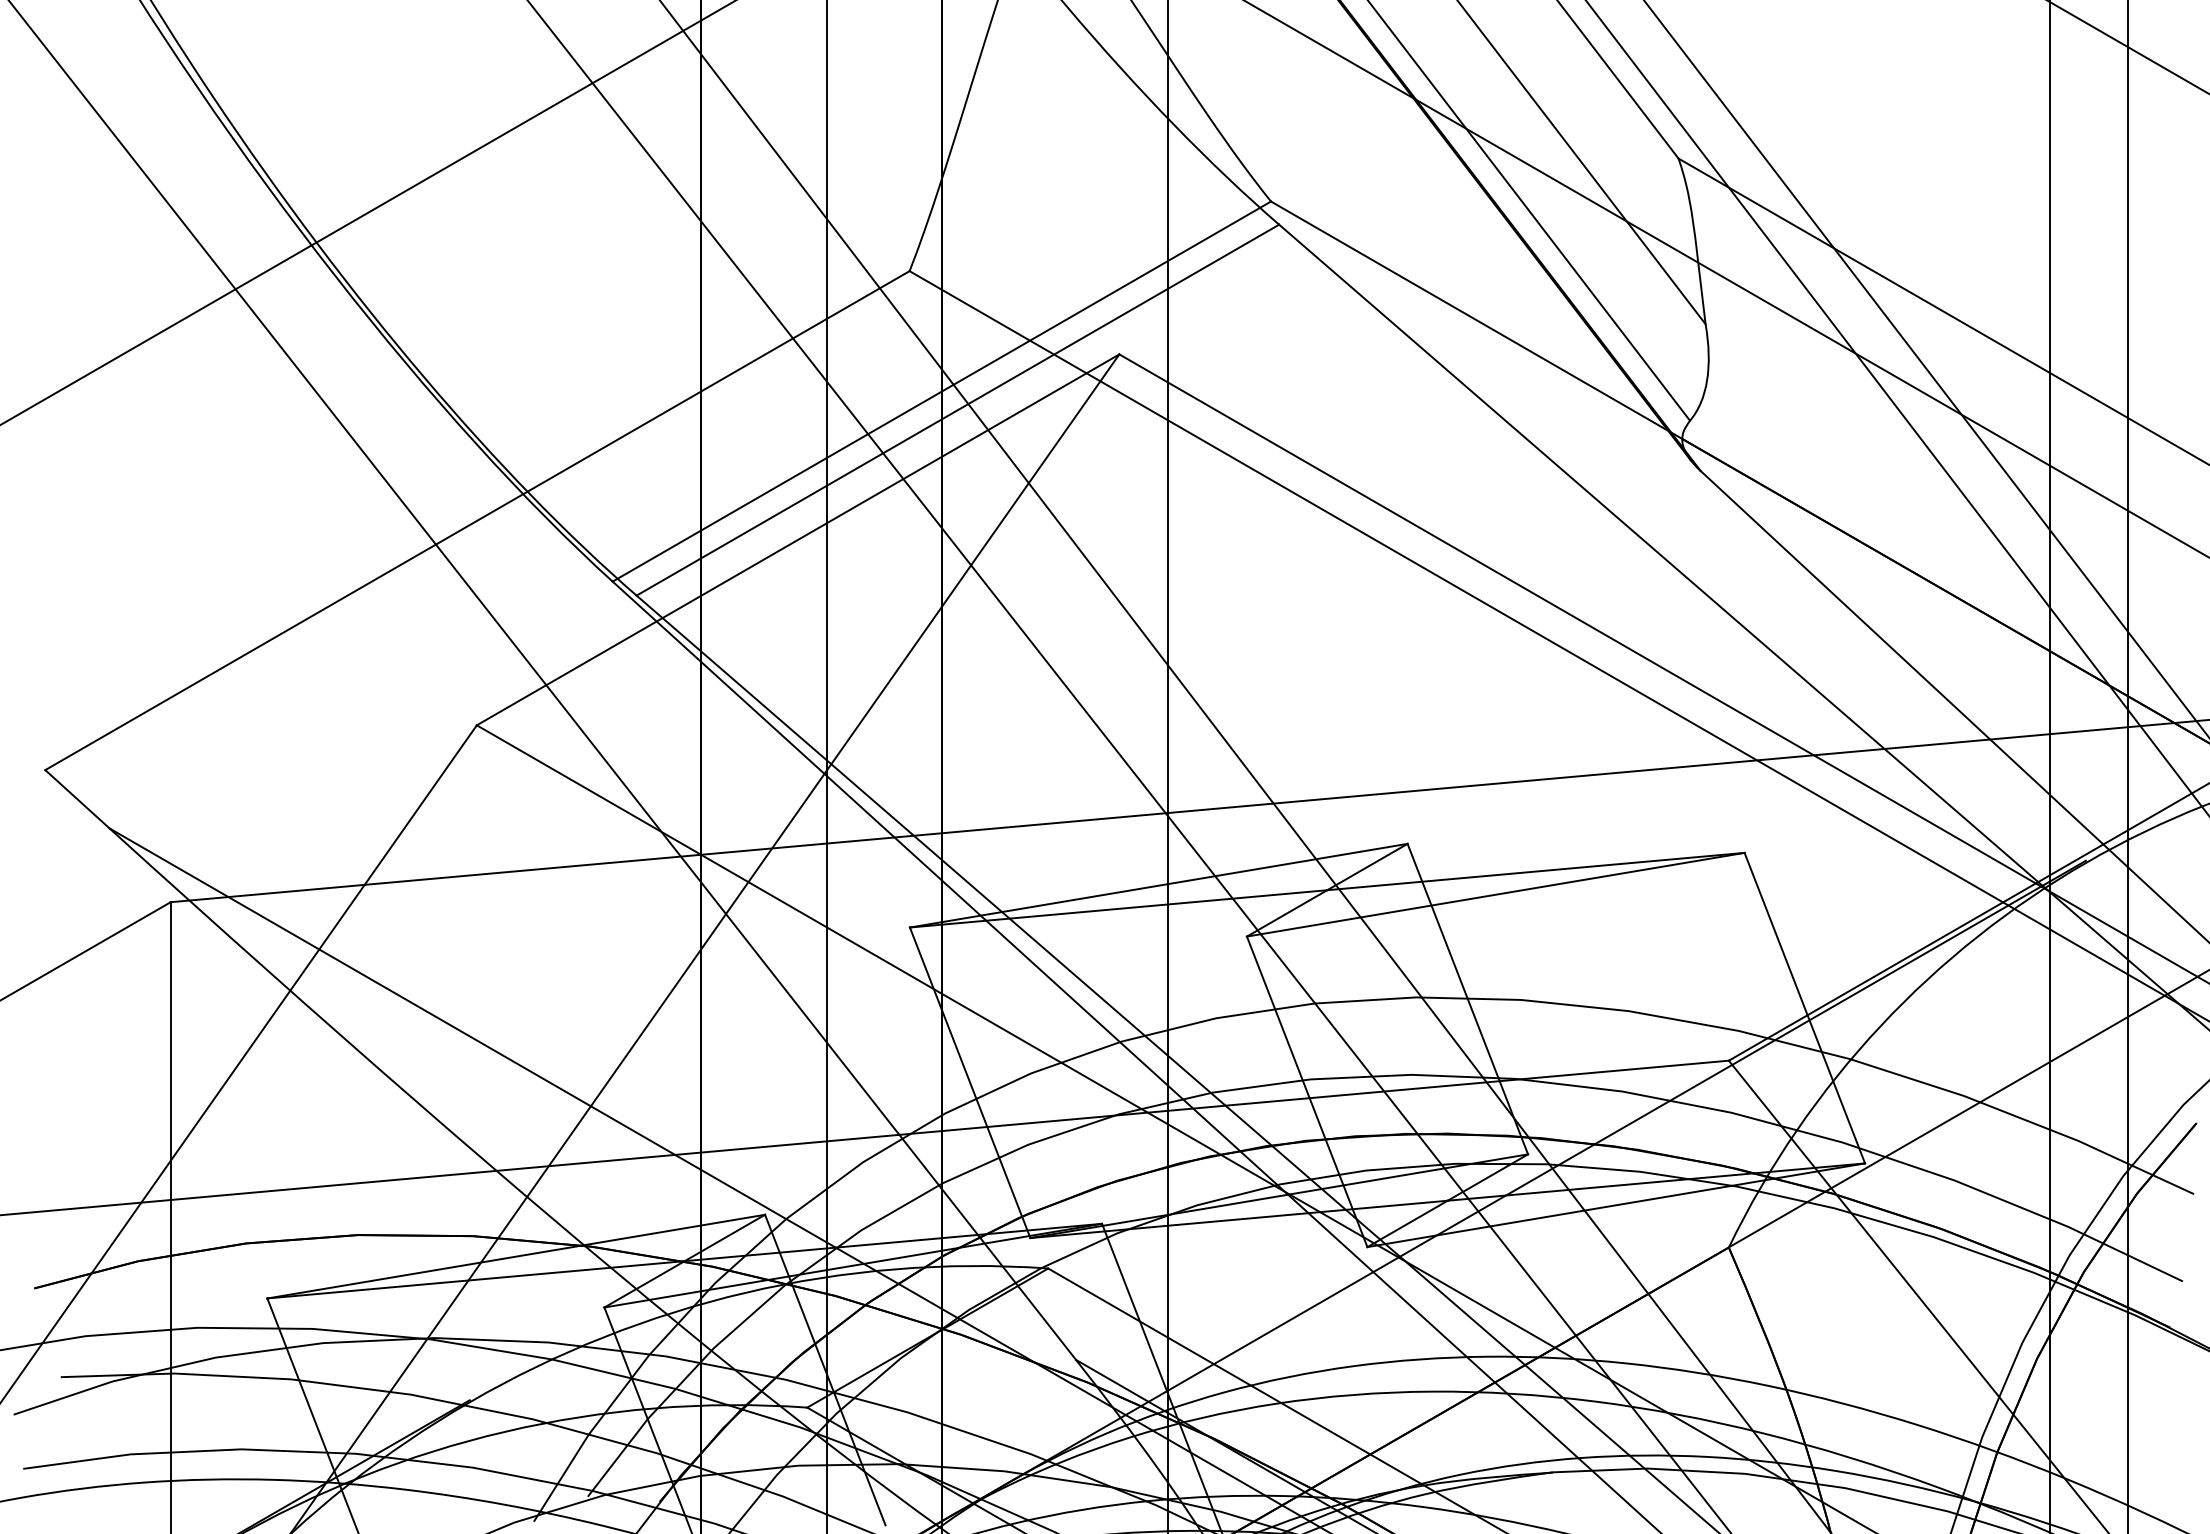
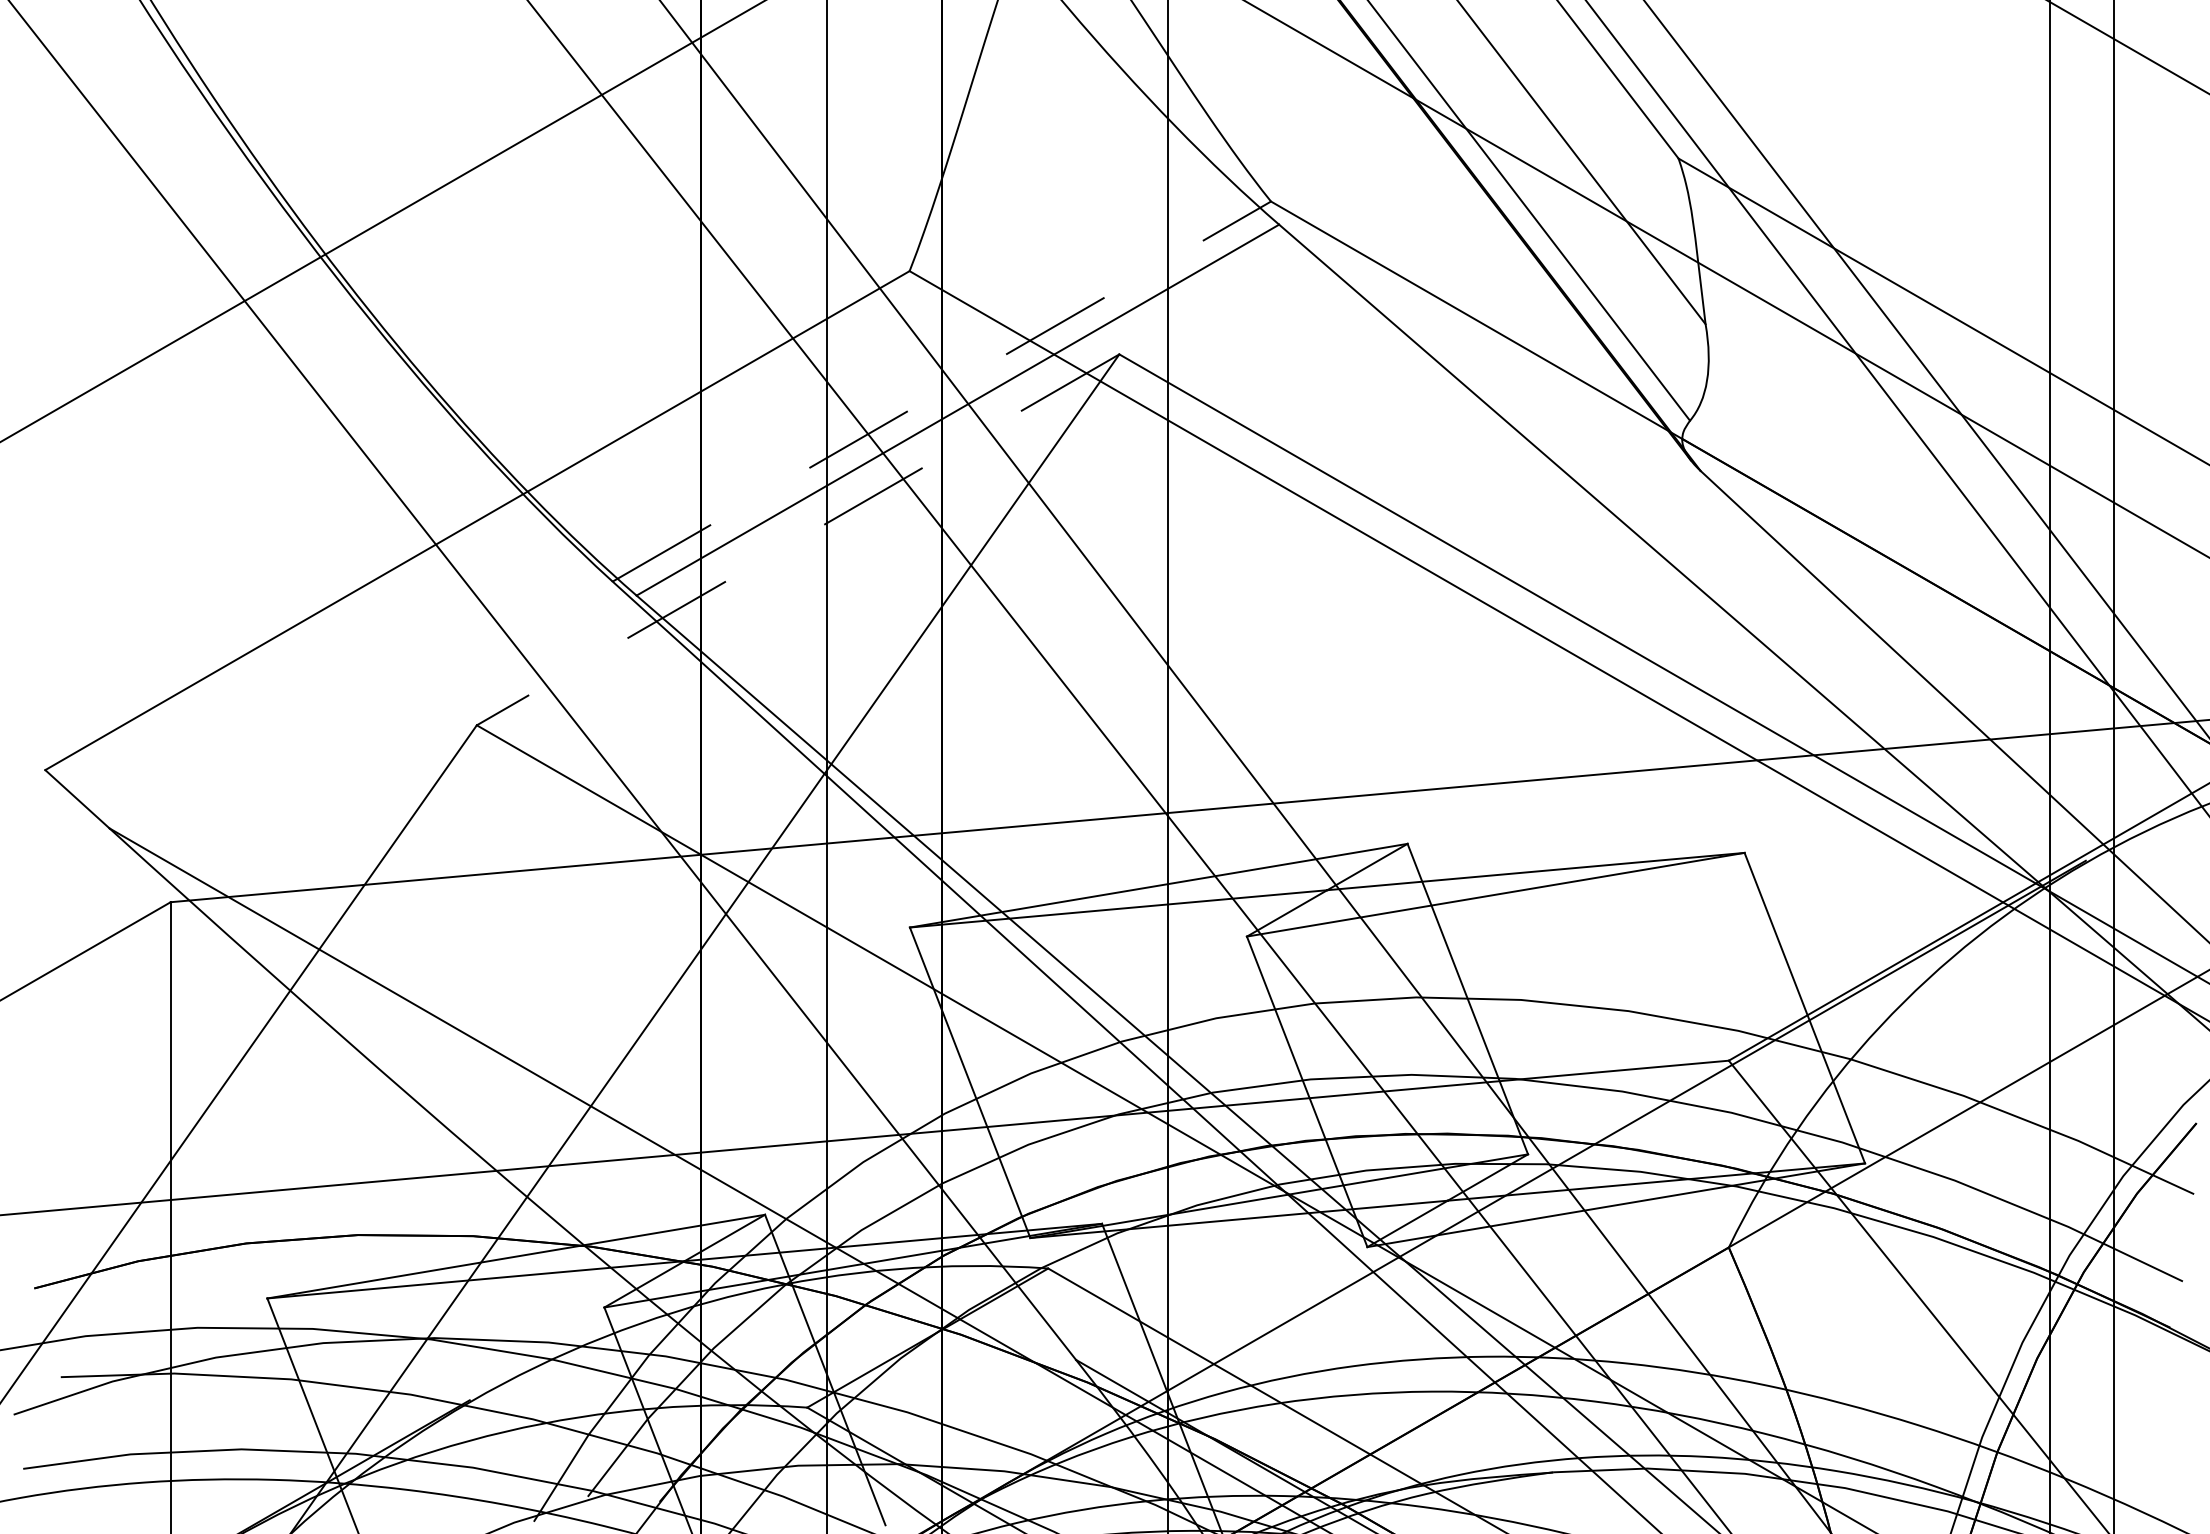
line at (367, 212) position: (367, 212) -> (382, 221)
line at (942, 391): solid -> dashed
line at (798, 539): solid -> dashed
line at (2127, 766) position: (2127, 766) -> (2113, 766)
